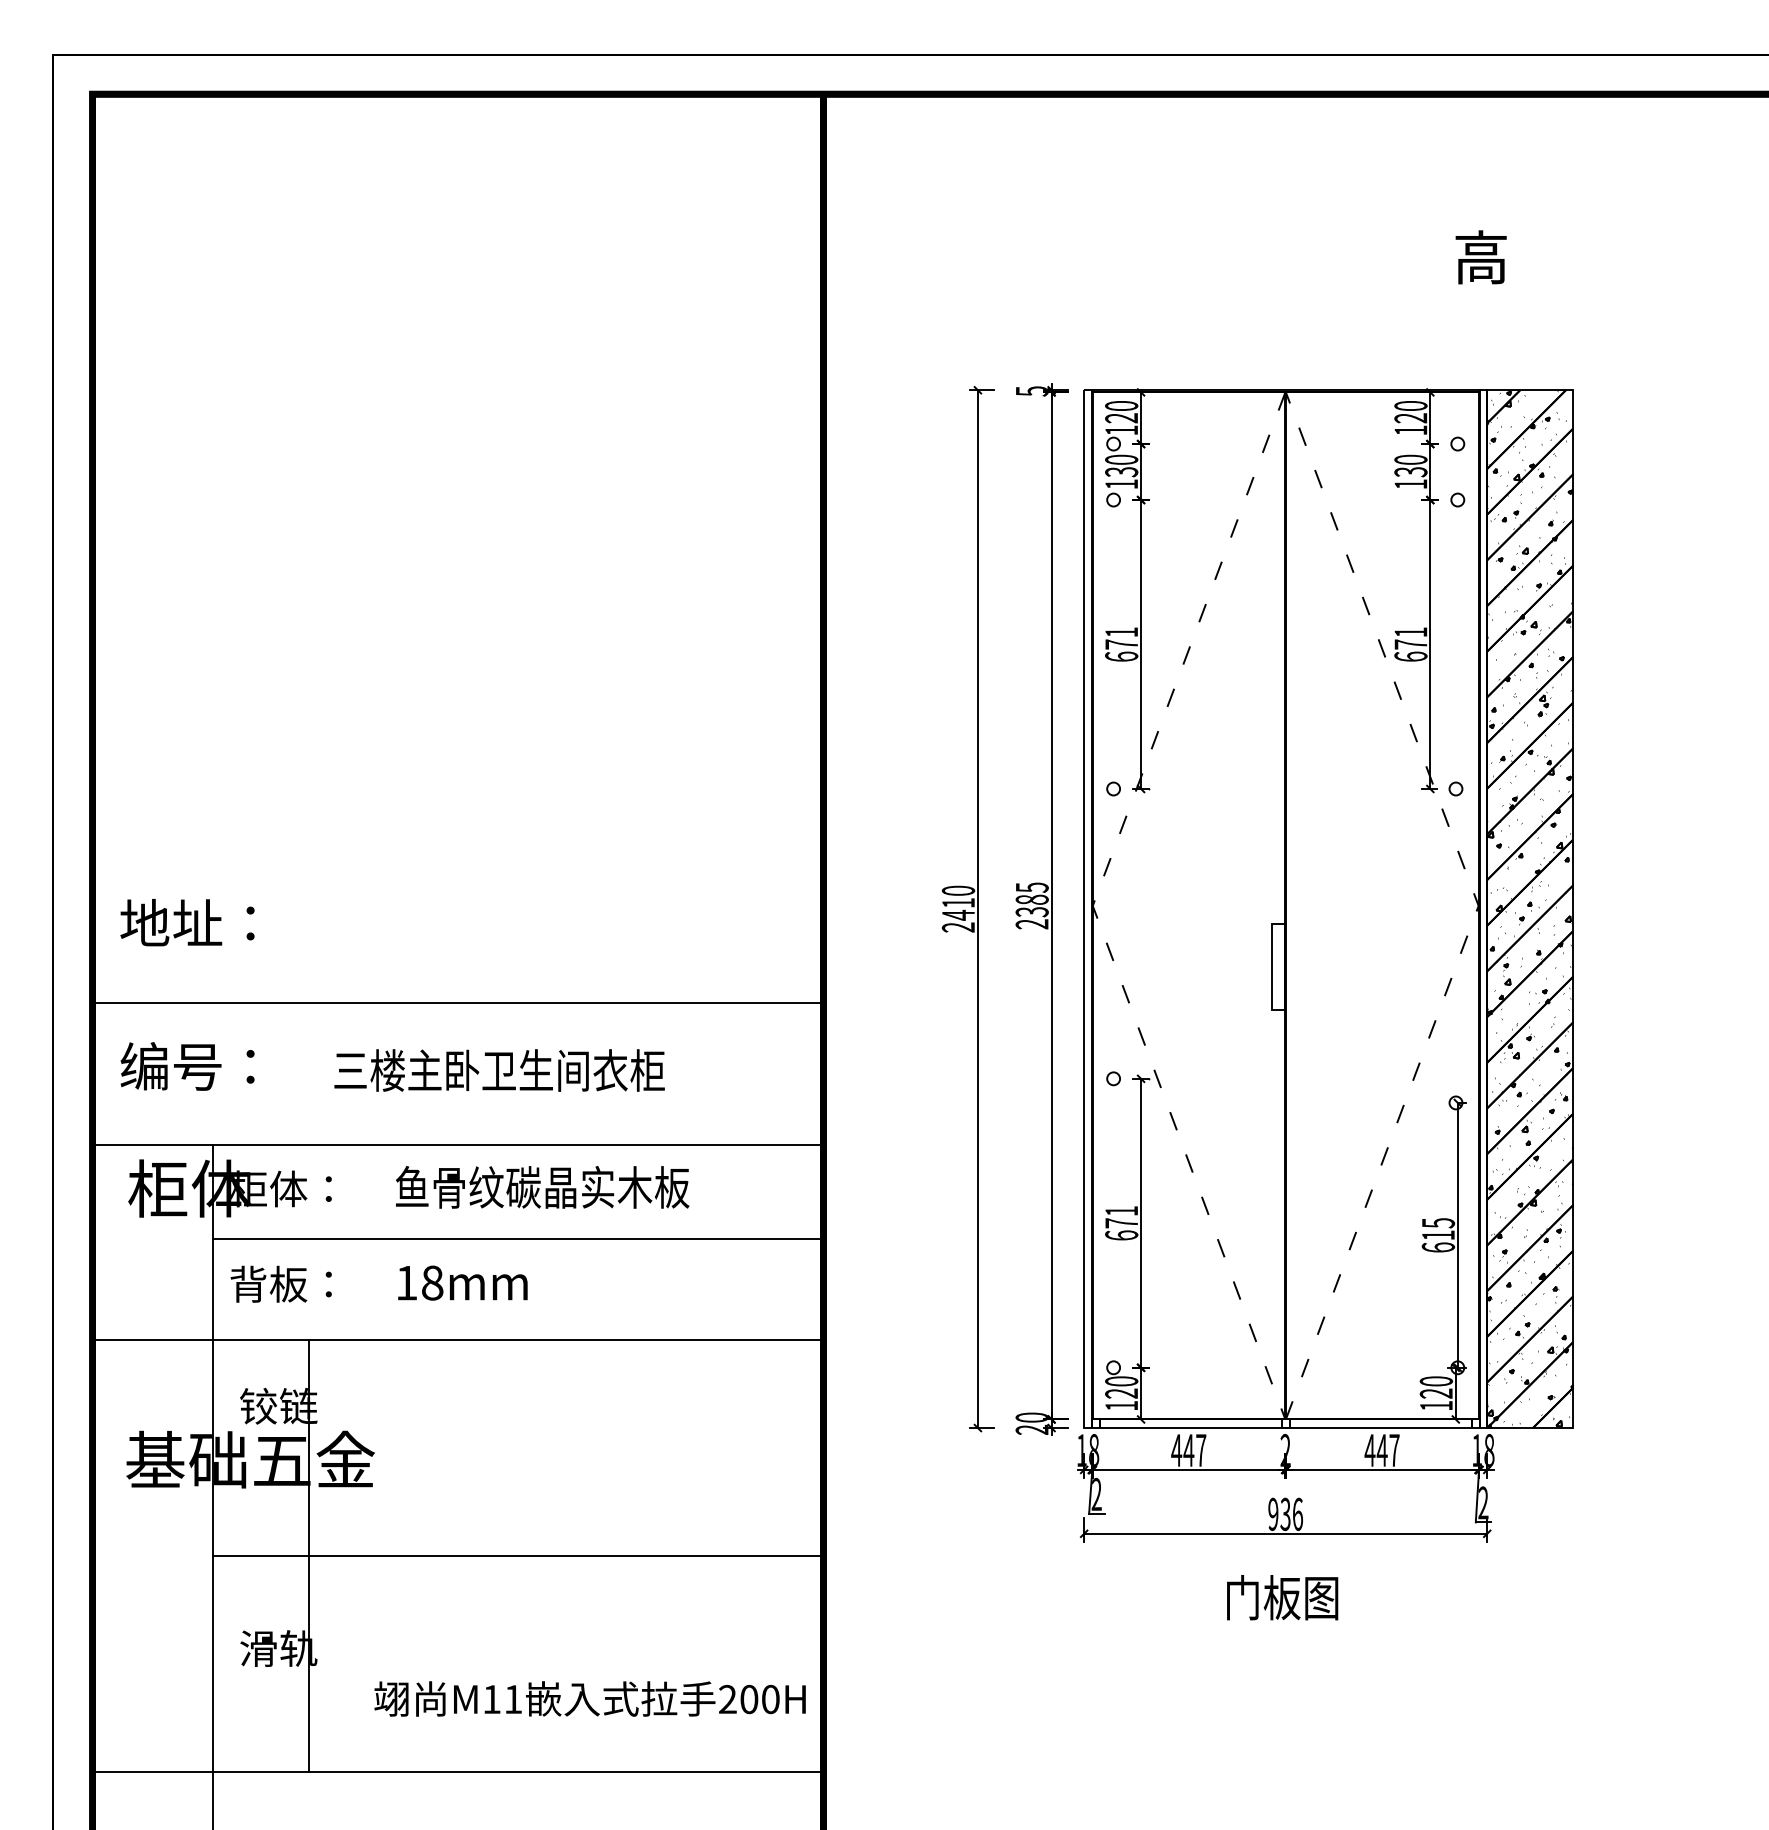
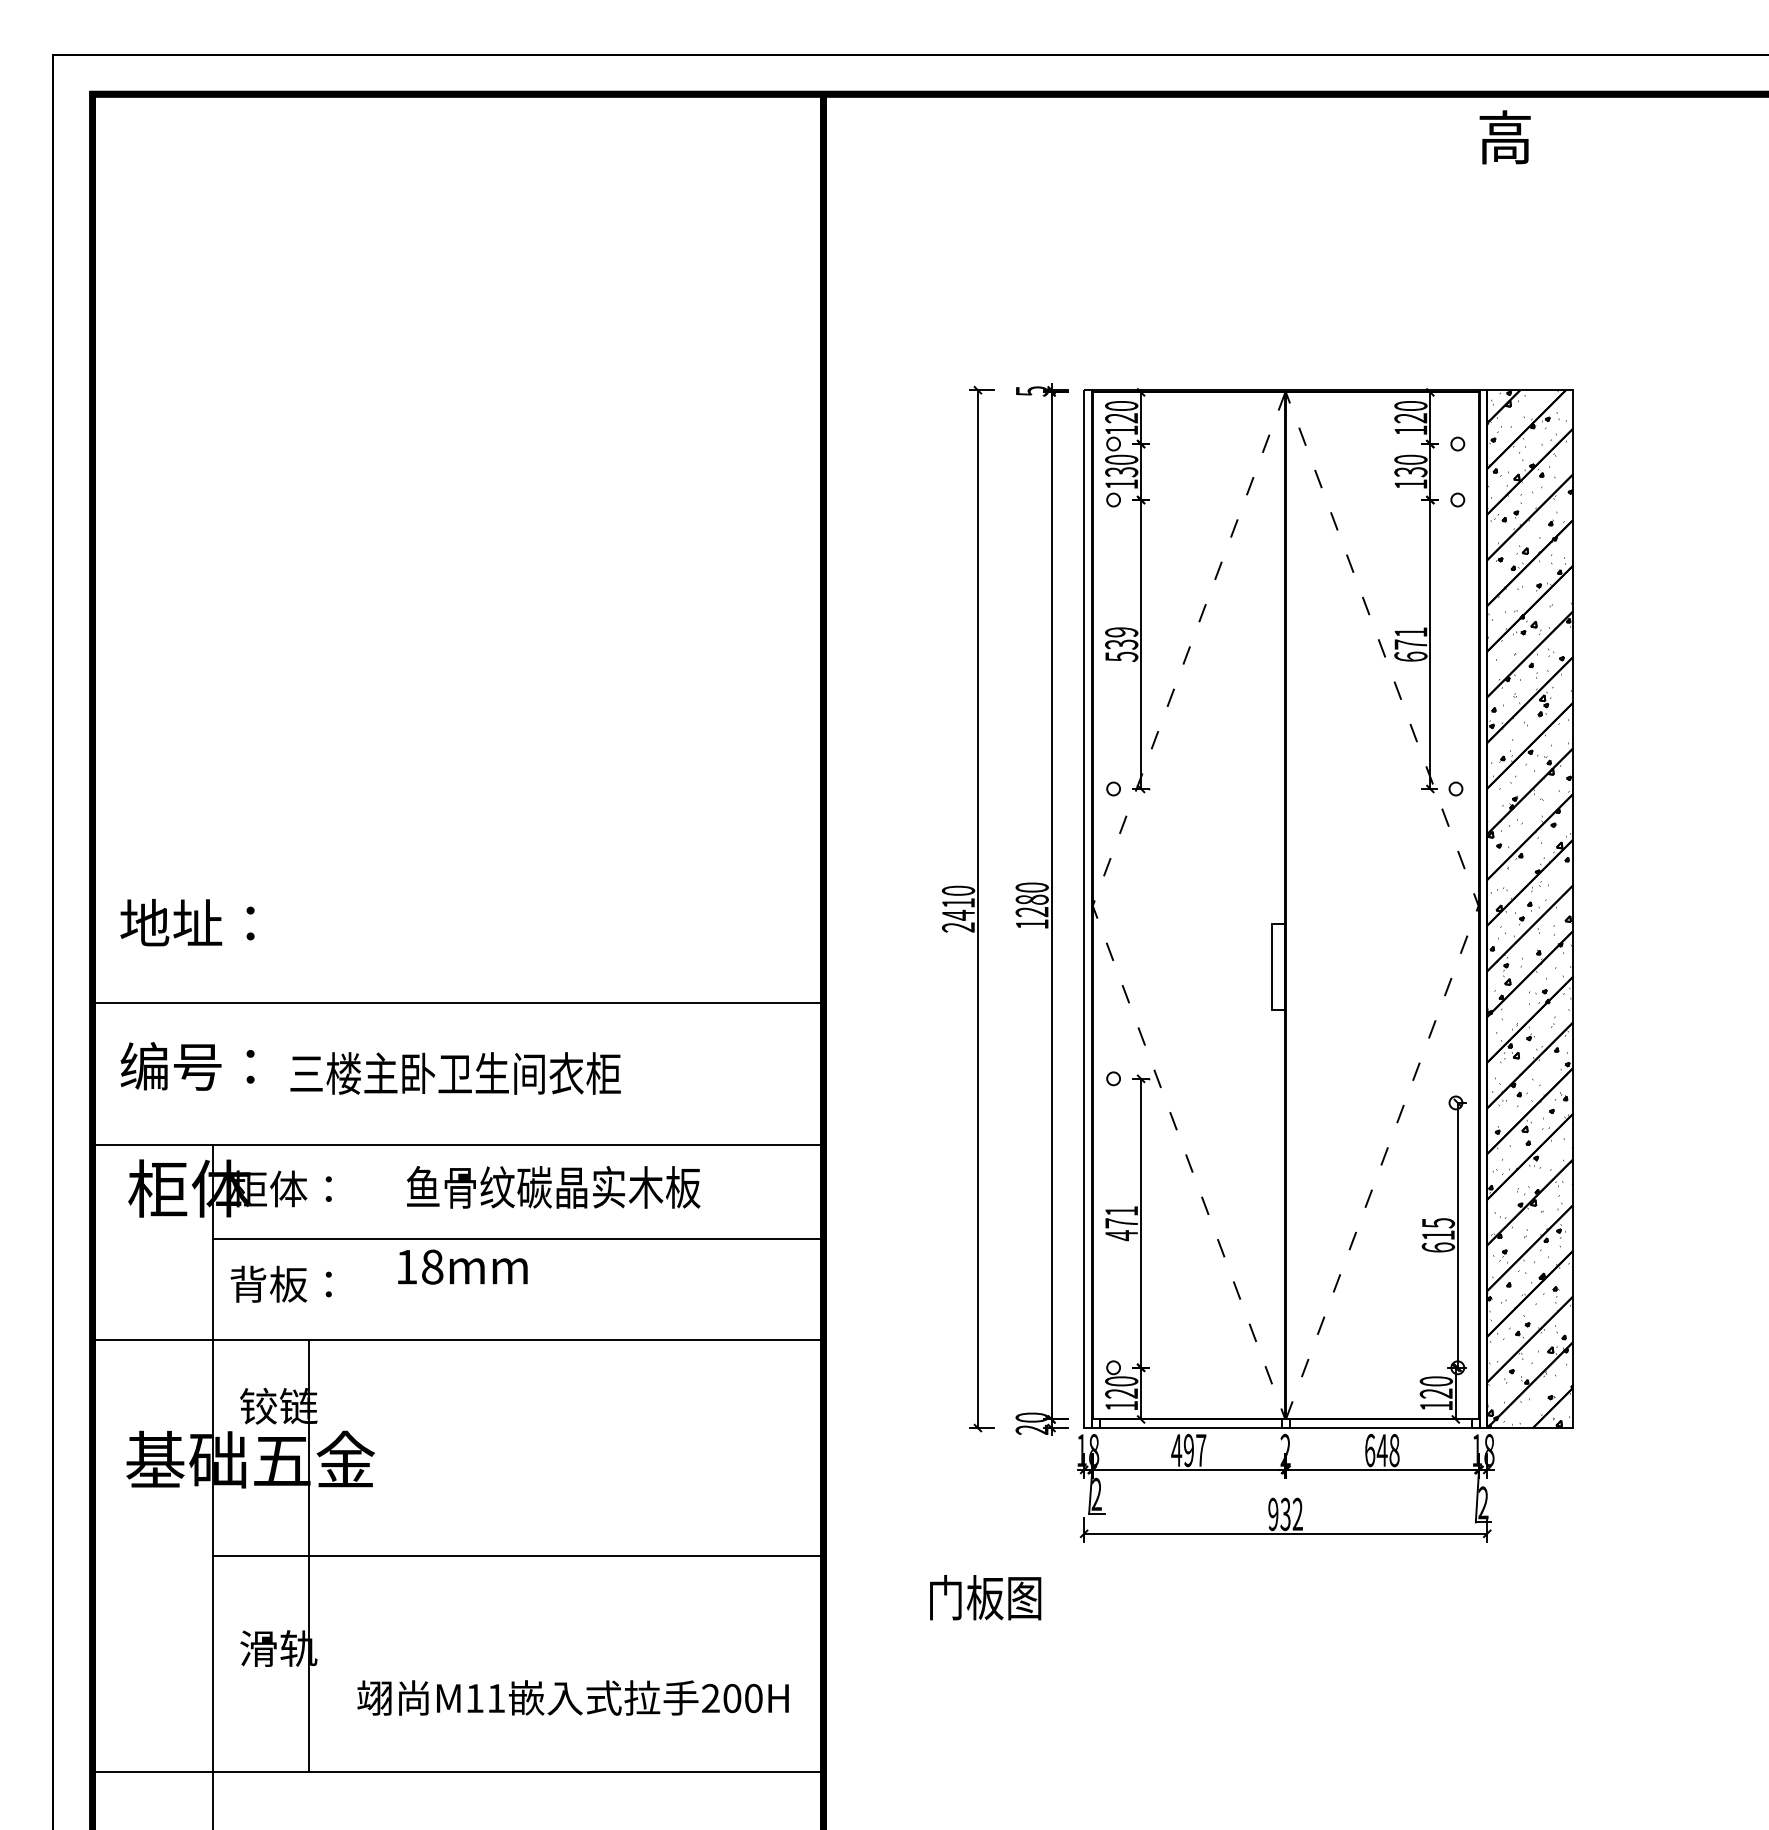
text at (1480, 257) position: (1480, 257) -> (1504, 137)
text at (1121, 644): 671 -> 539
text at (1031, 905): 2385 -> 1280
text at (499, 1070) position: (499, 1070) -> (455, 1073)
text at (542, 1187) position: (542, 1187) -> (553, 1187)
text at (1121, 1235): 671 -> 471
text at (462, 1282) position: (462, 1282) -> (462, 1266)
text at (1188, 1450): 447 -> 497
text at (1381, 1450): 447 -> 648
text at (1297, 1514): 936 -> 932
text at (1282, 1597) position: (1282, 1597) -> (985, 1597)
text at (589, 1698) position: (589, 1698) -> (572, 1697)
